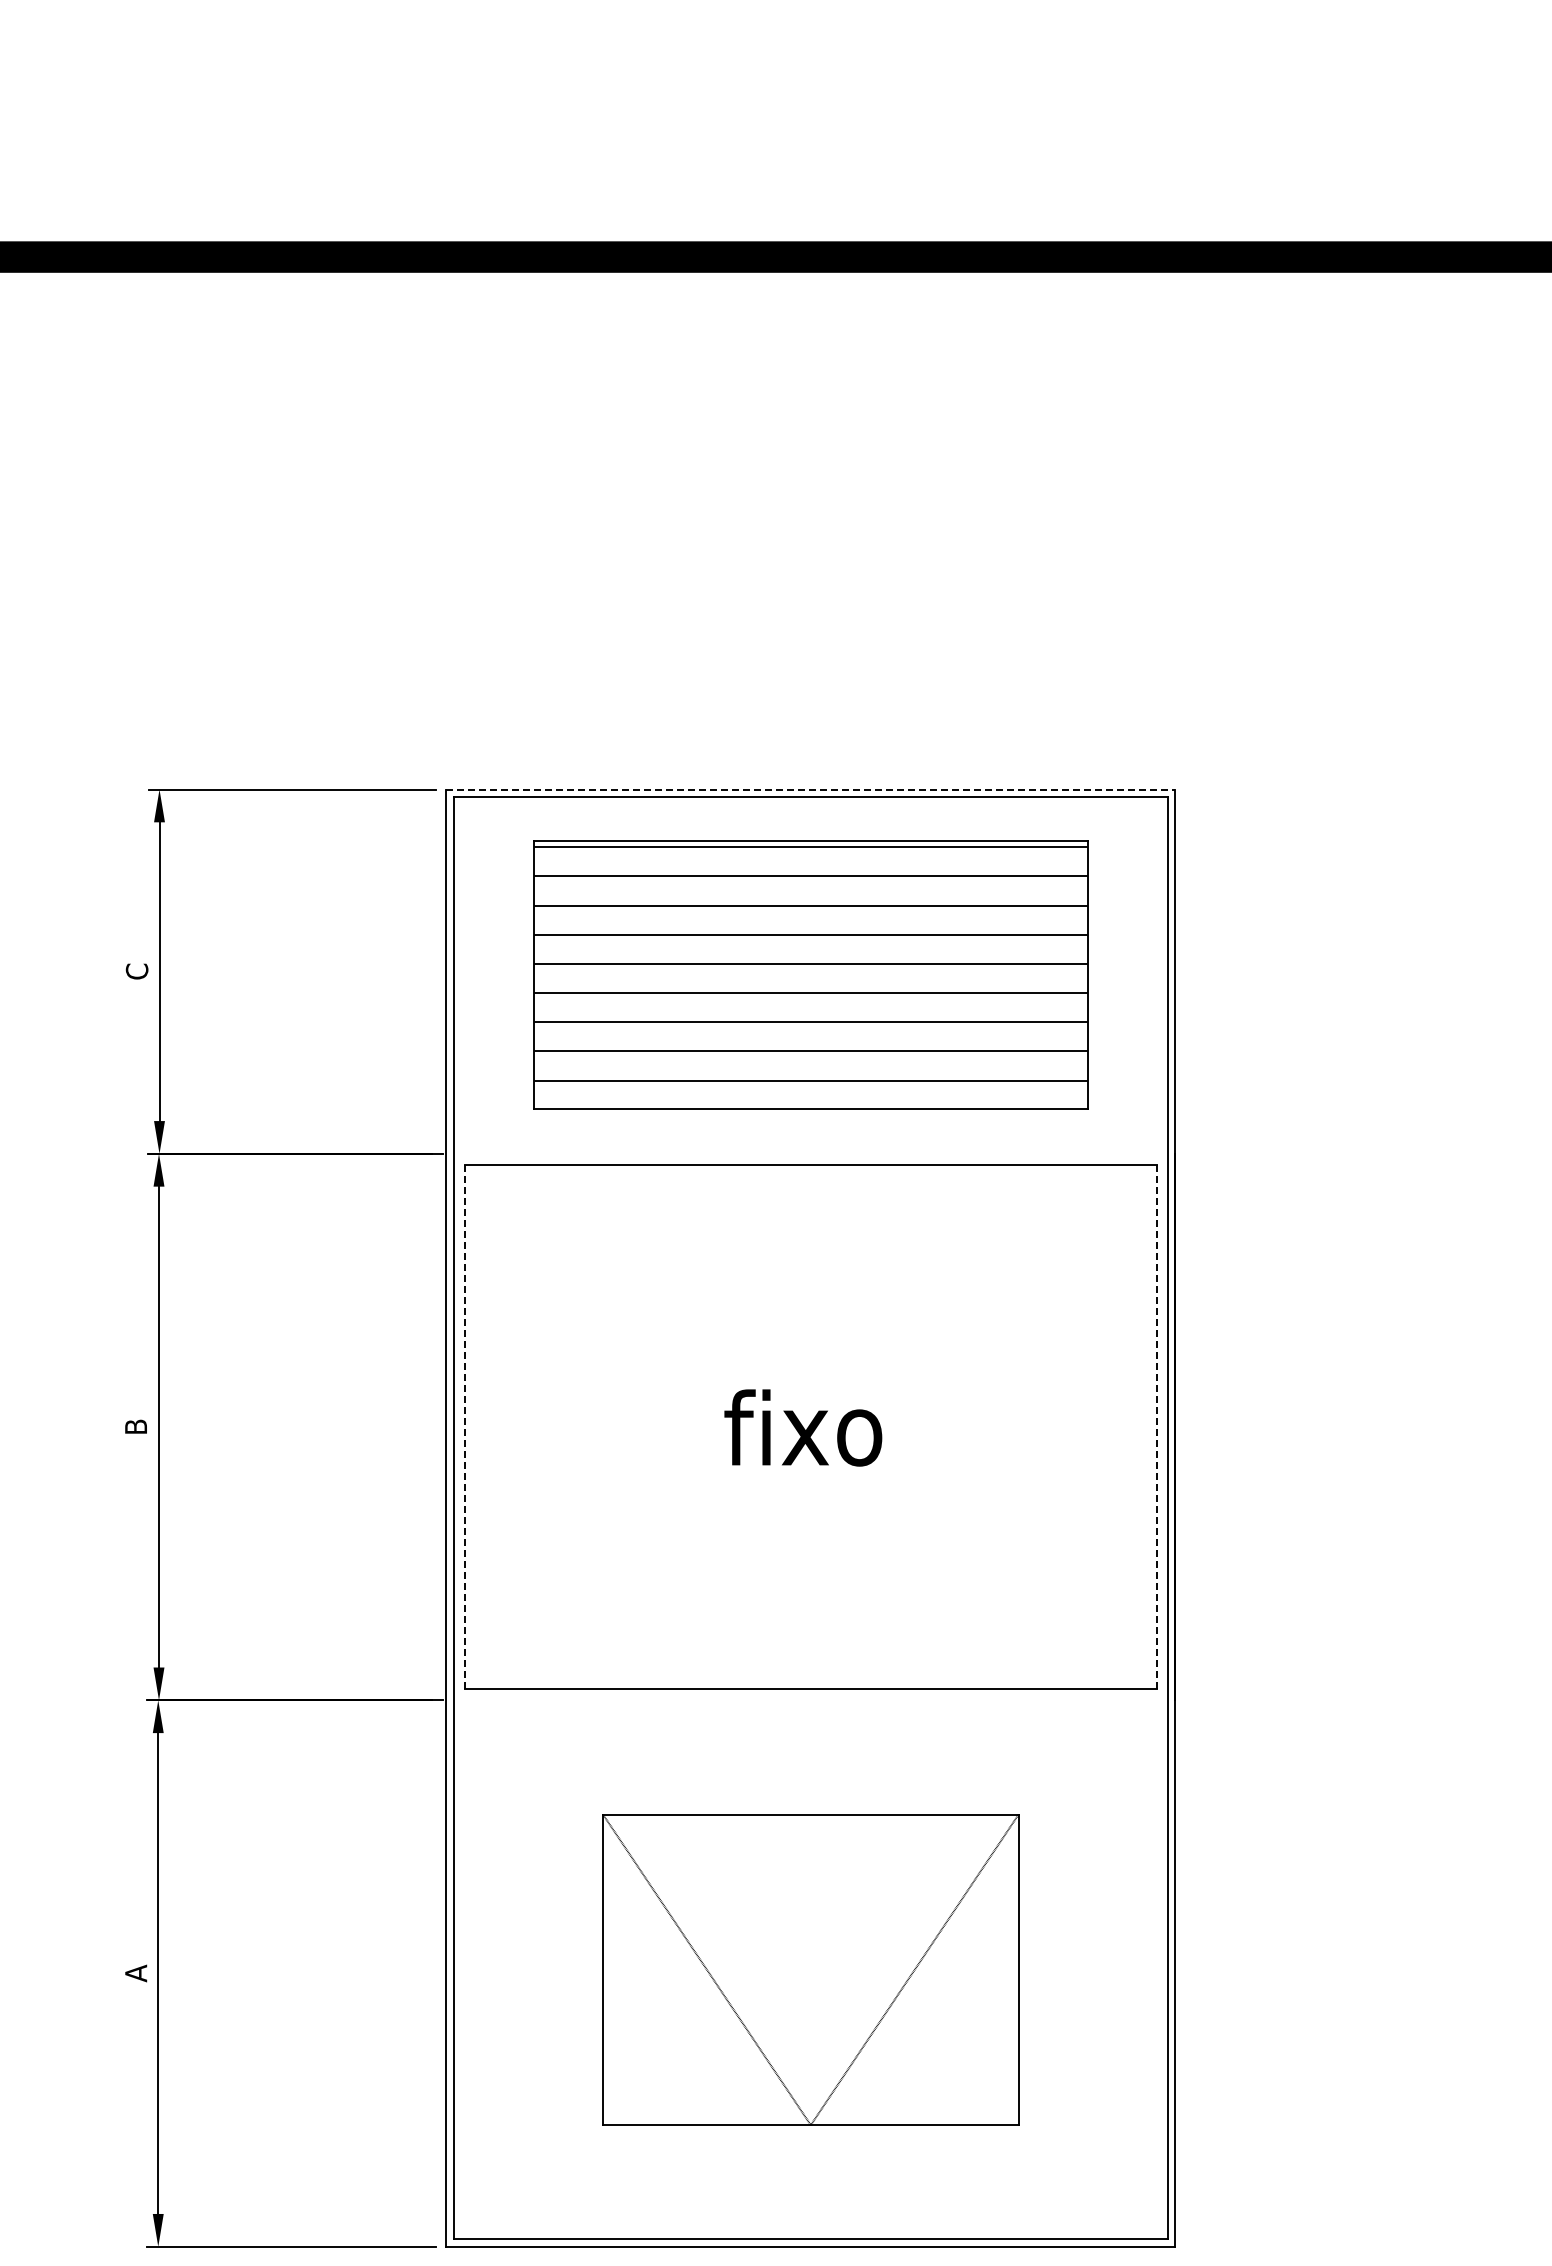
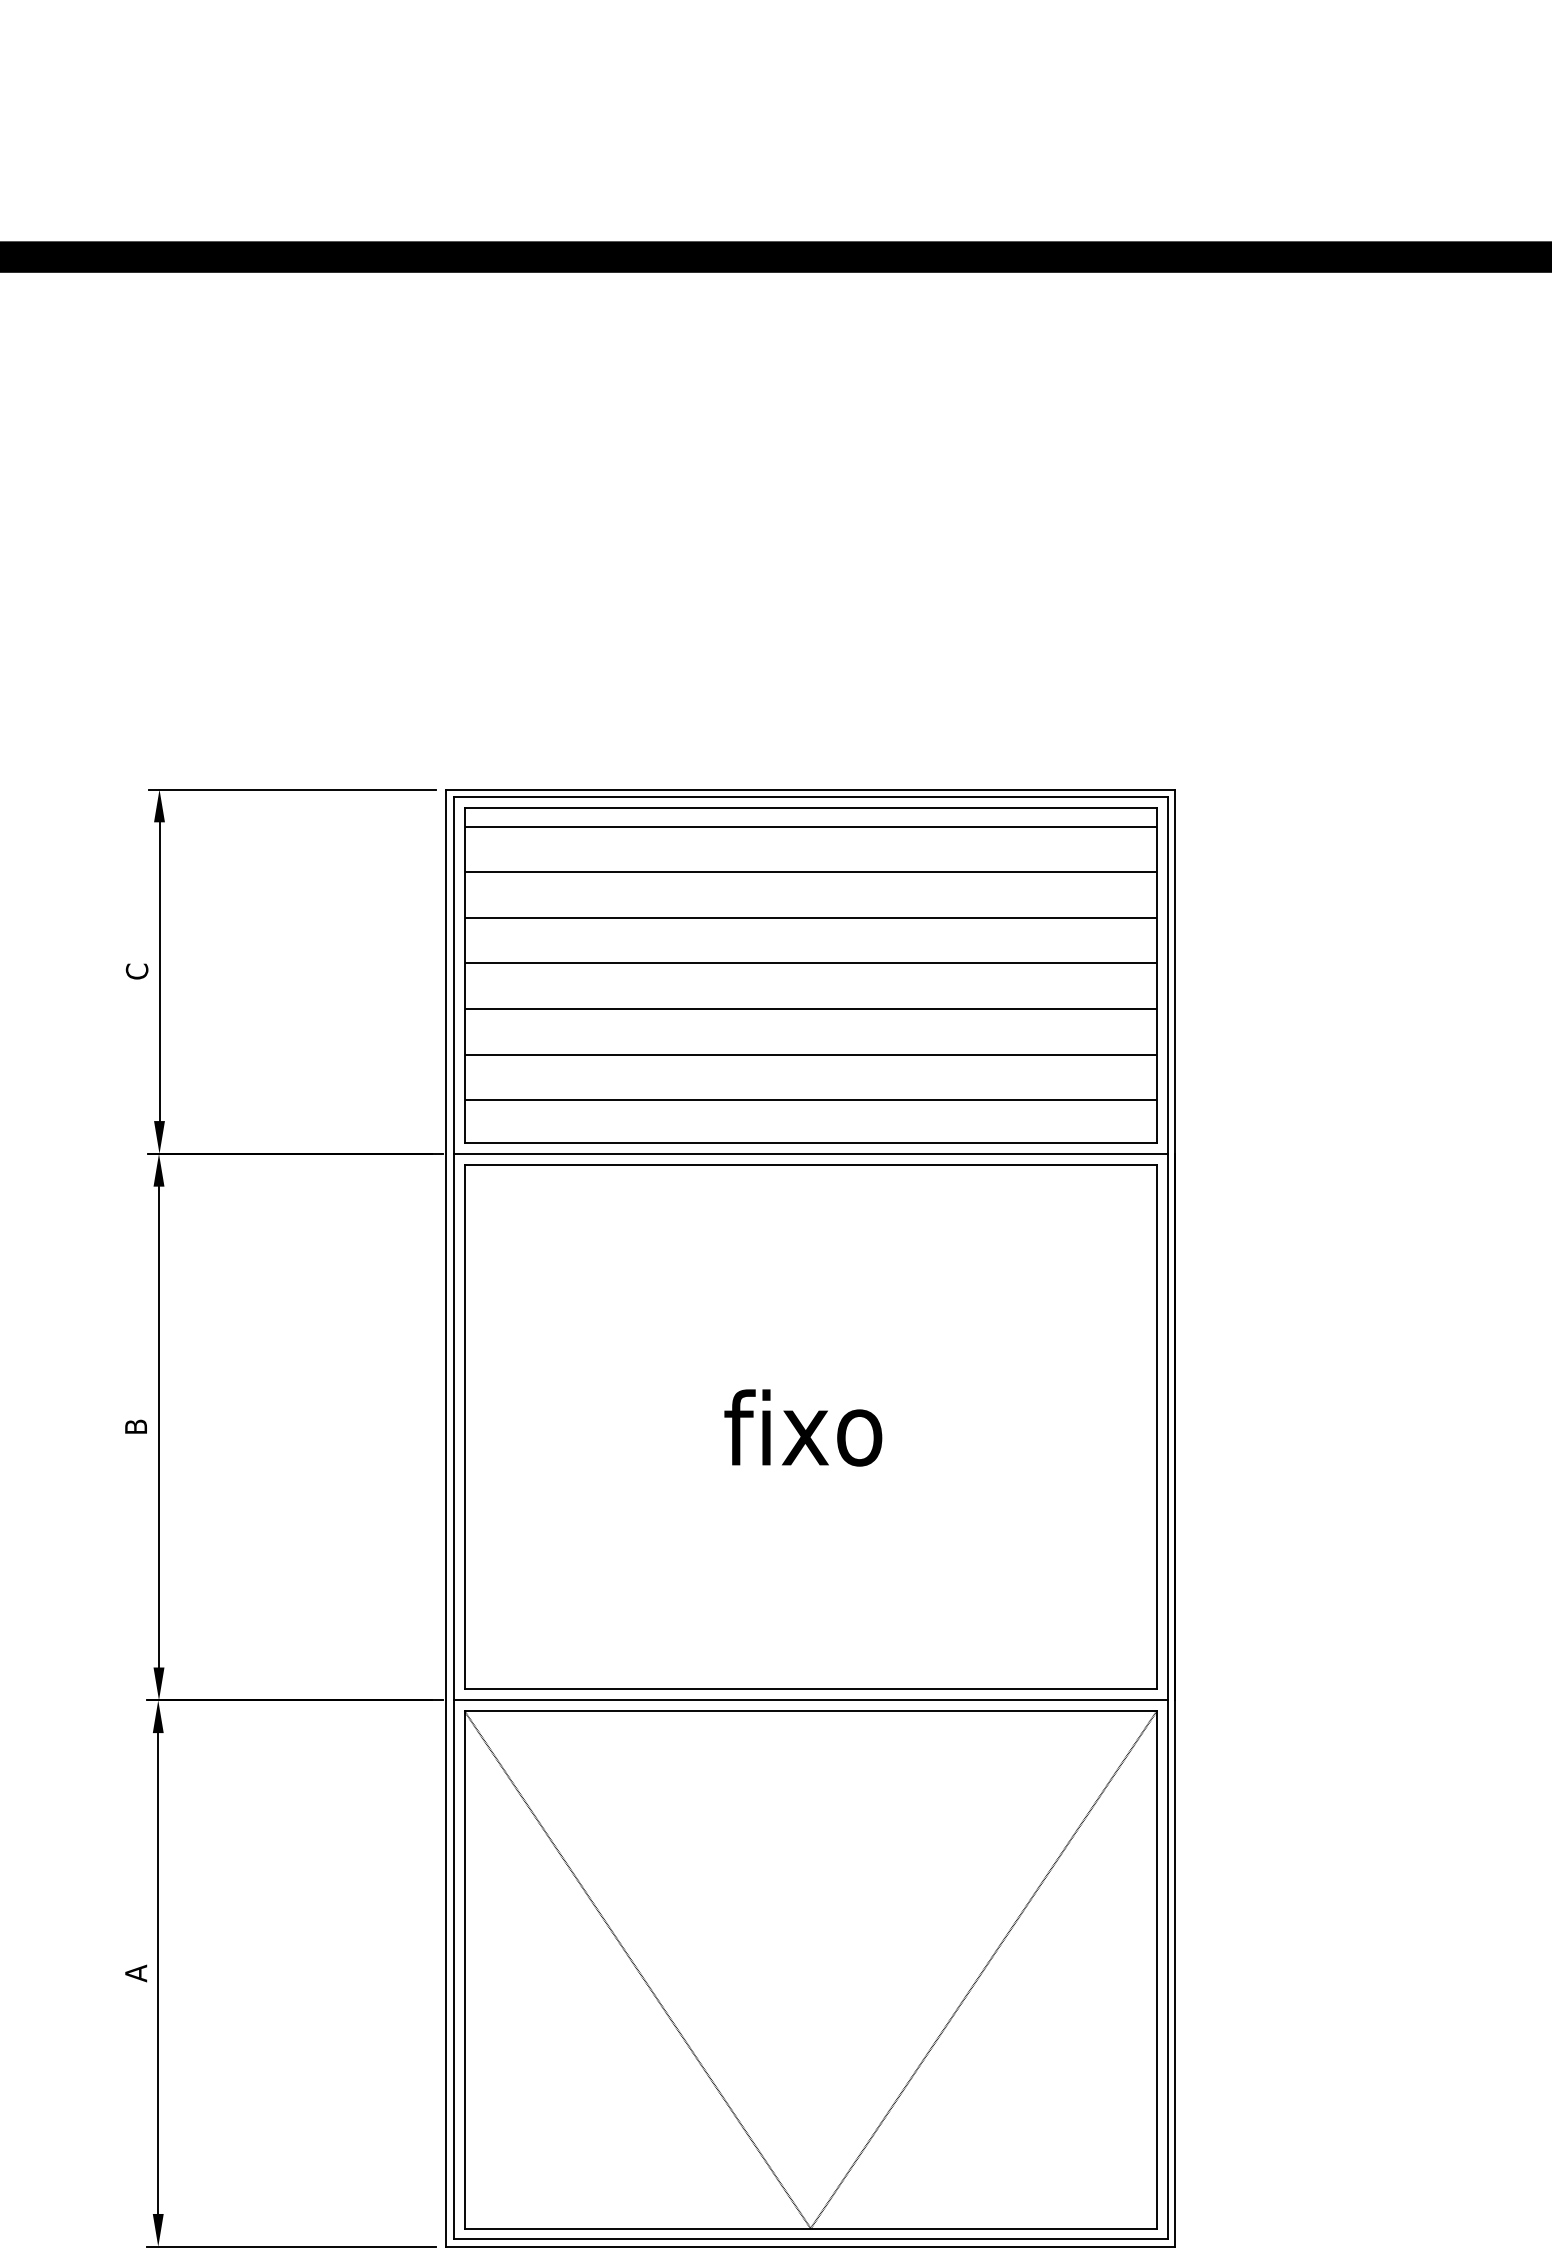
line at (811, 789): dashed -> solid
part at (810, 974) size: 556x270 px -> 694x337 px
line at (810, 1153): none -> present
line at (464, 1426): dashed -> solid
line at (1156, 1427): dashed -> solid
line at (810, 1700): none -> present
part at (810, 1969) size: 418x312 px -> 694x520 px
